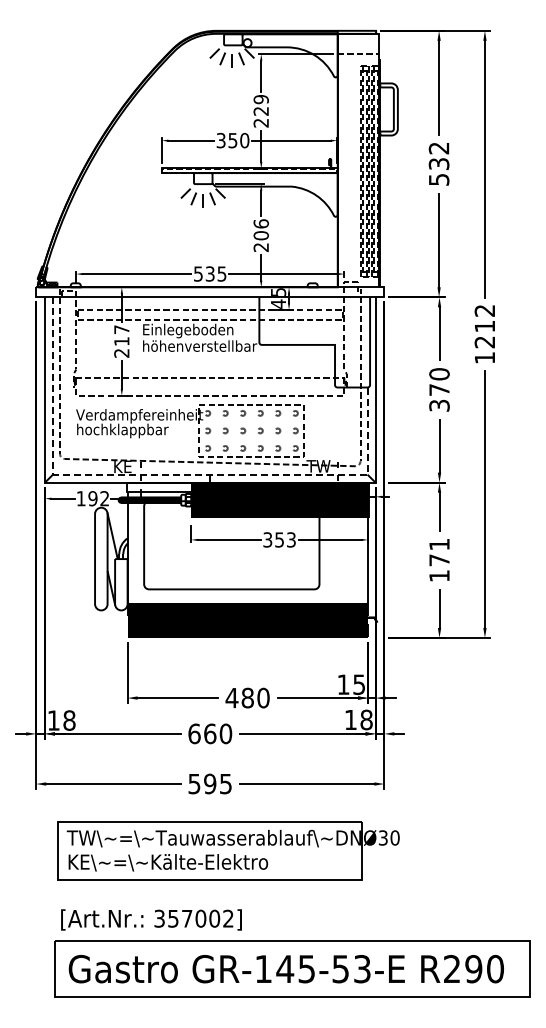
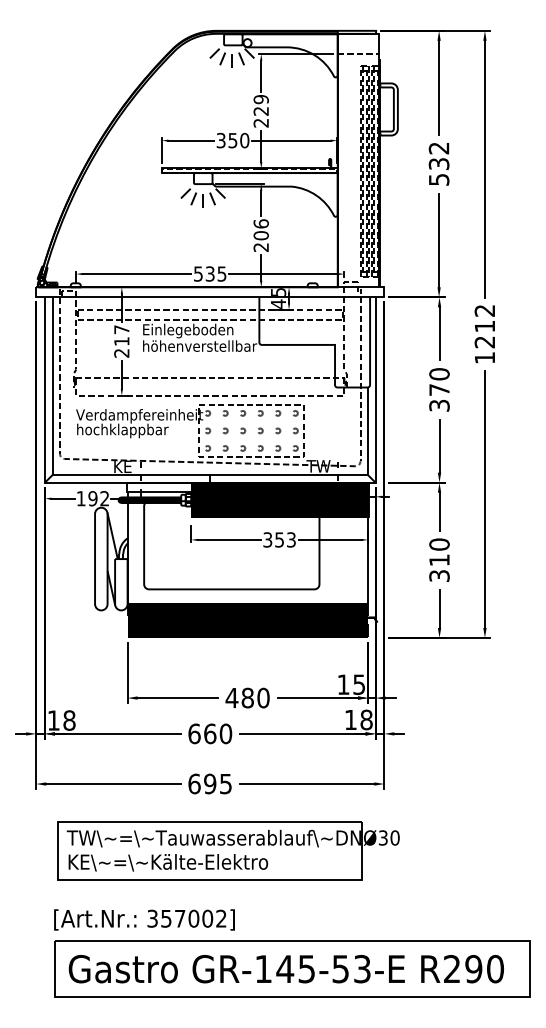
line at (165, 474): dashed -> solid
text at (439, 559): 171 -> 310
text at (194, 783): 595 -> 695
text at (151, 919) position: (151, 919) -> (144, 919)
